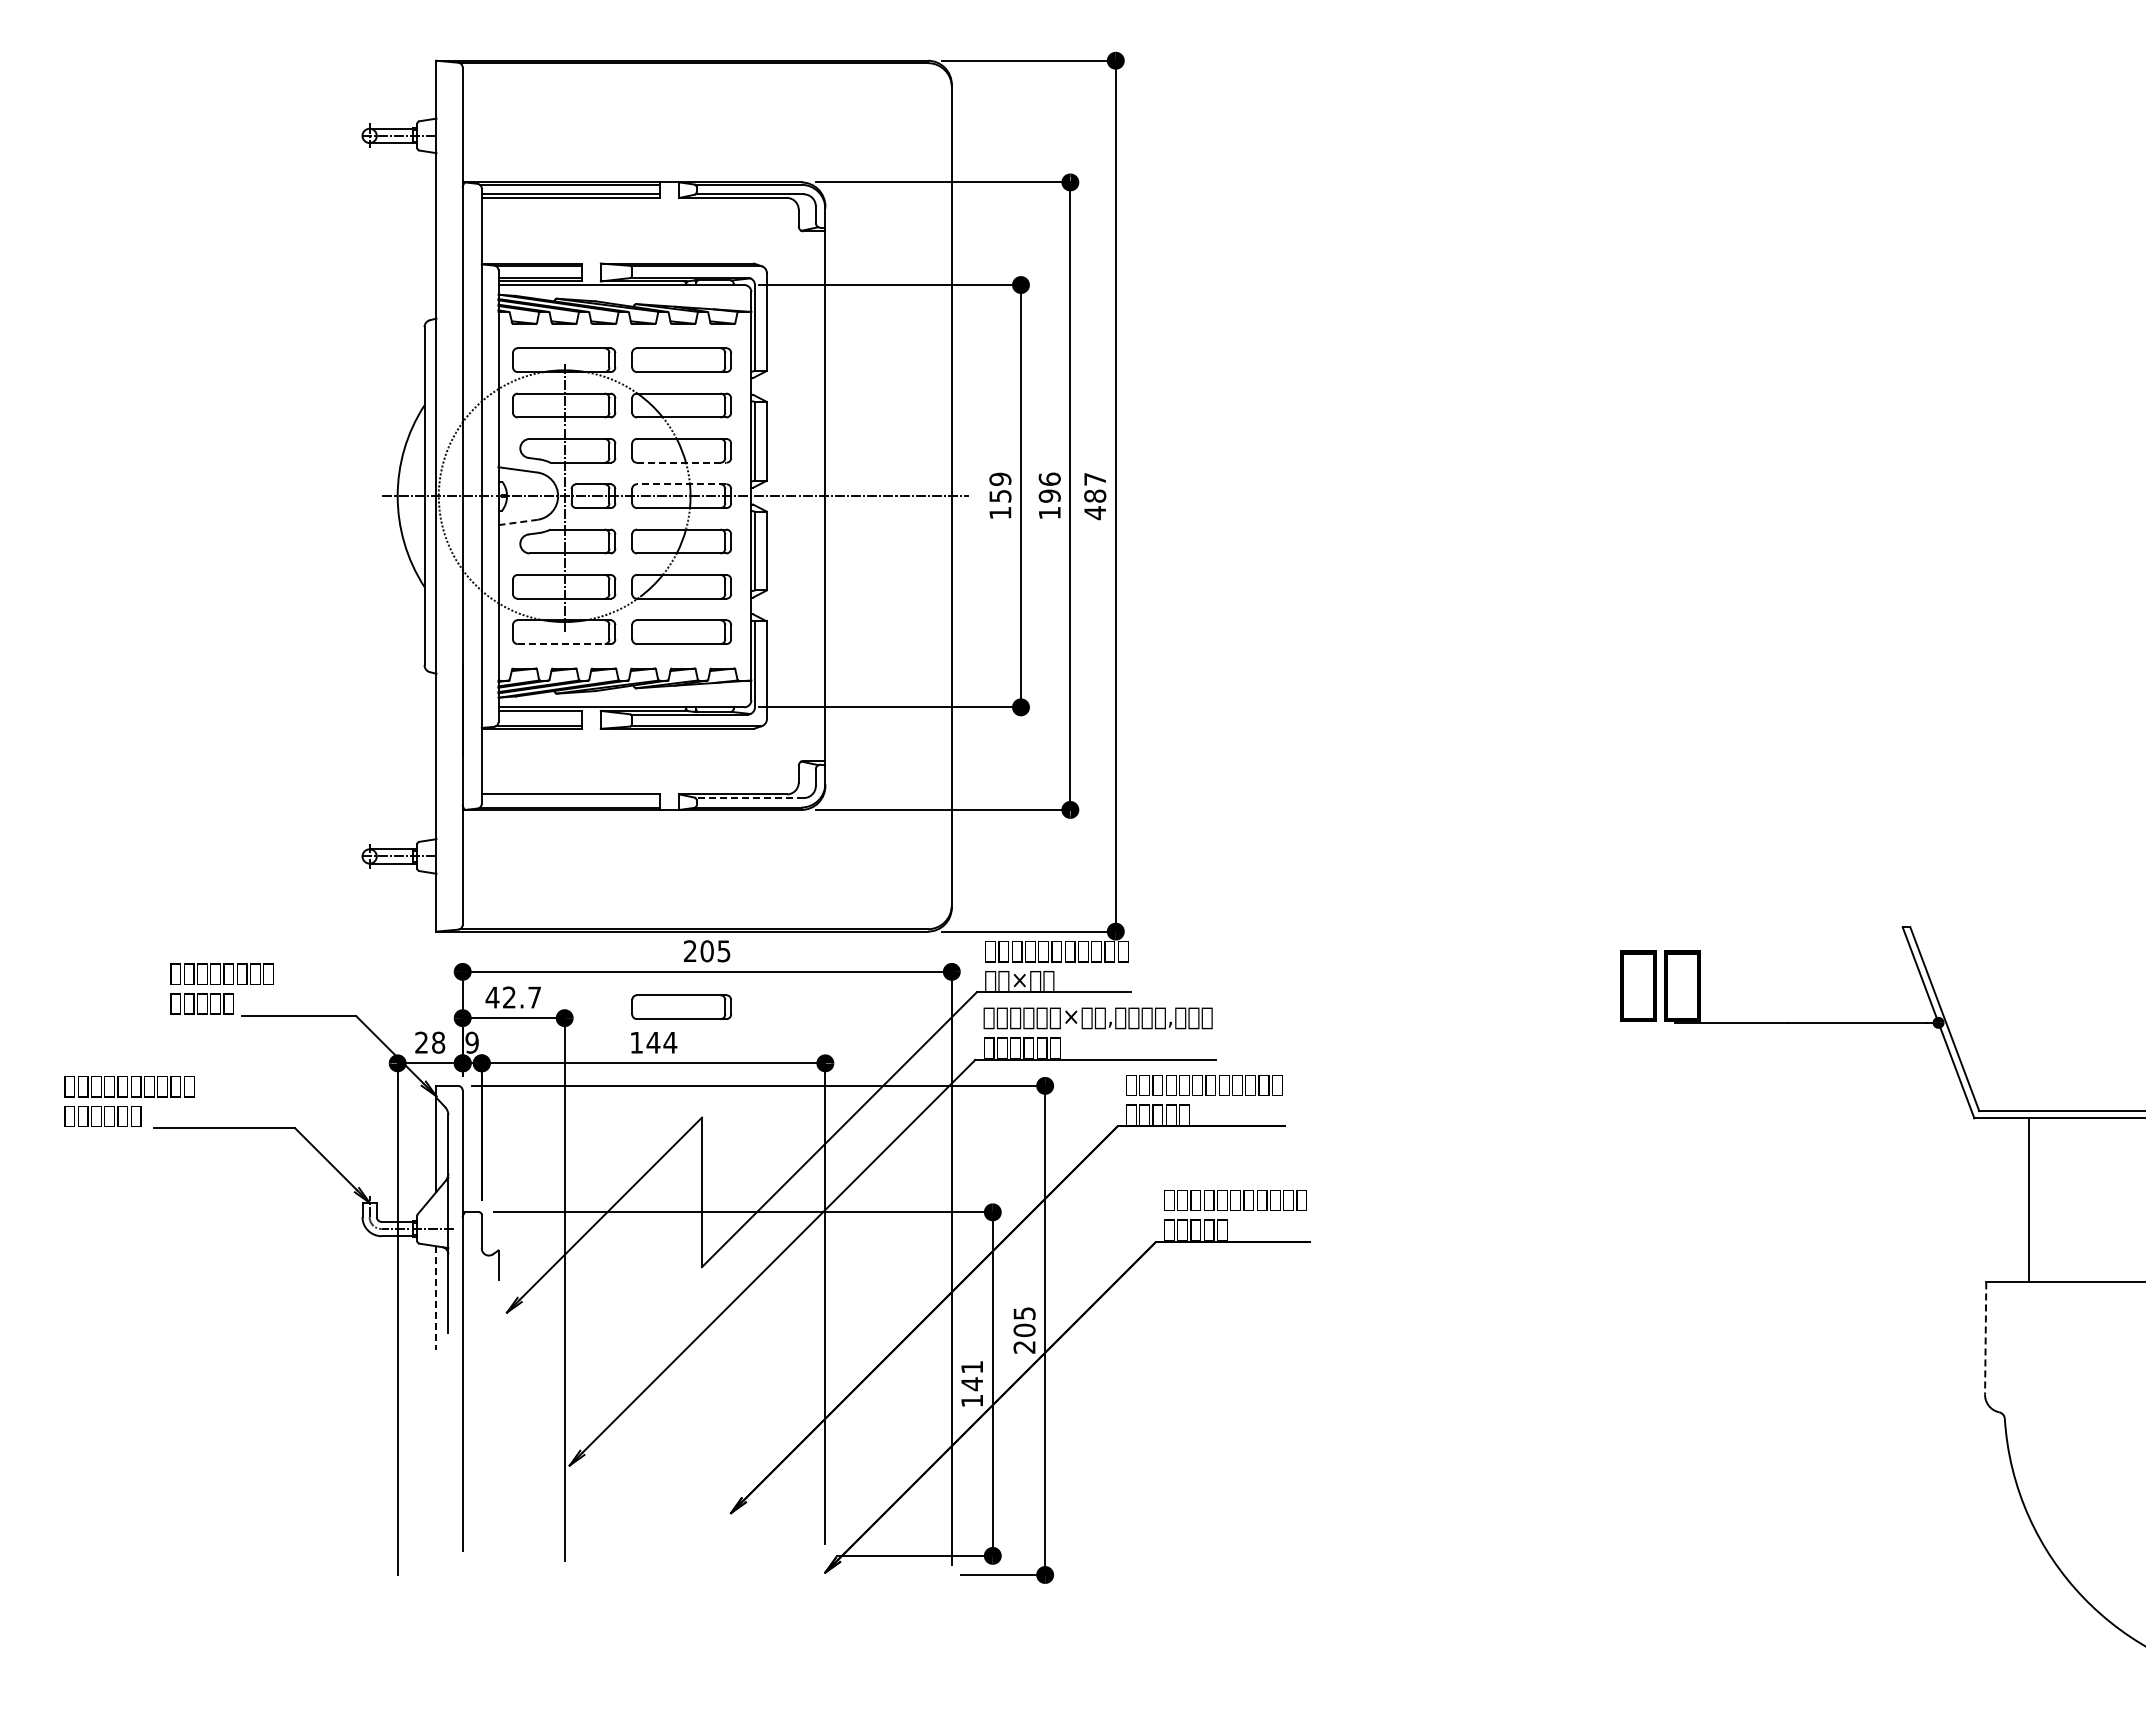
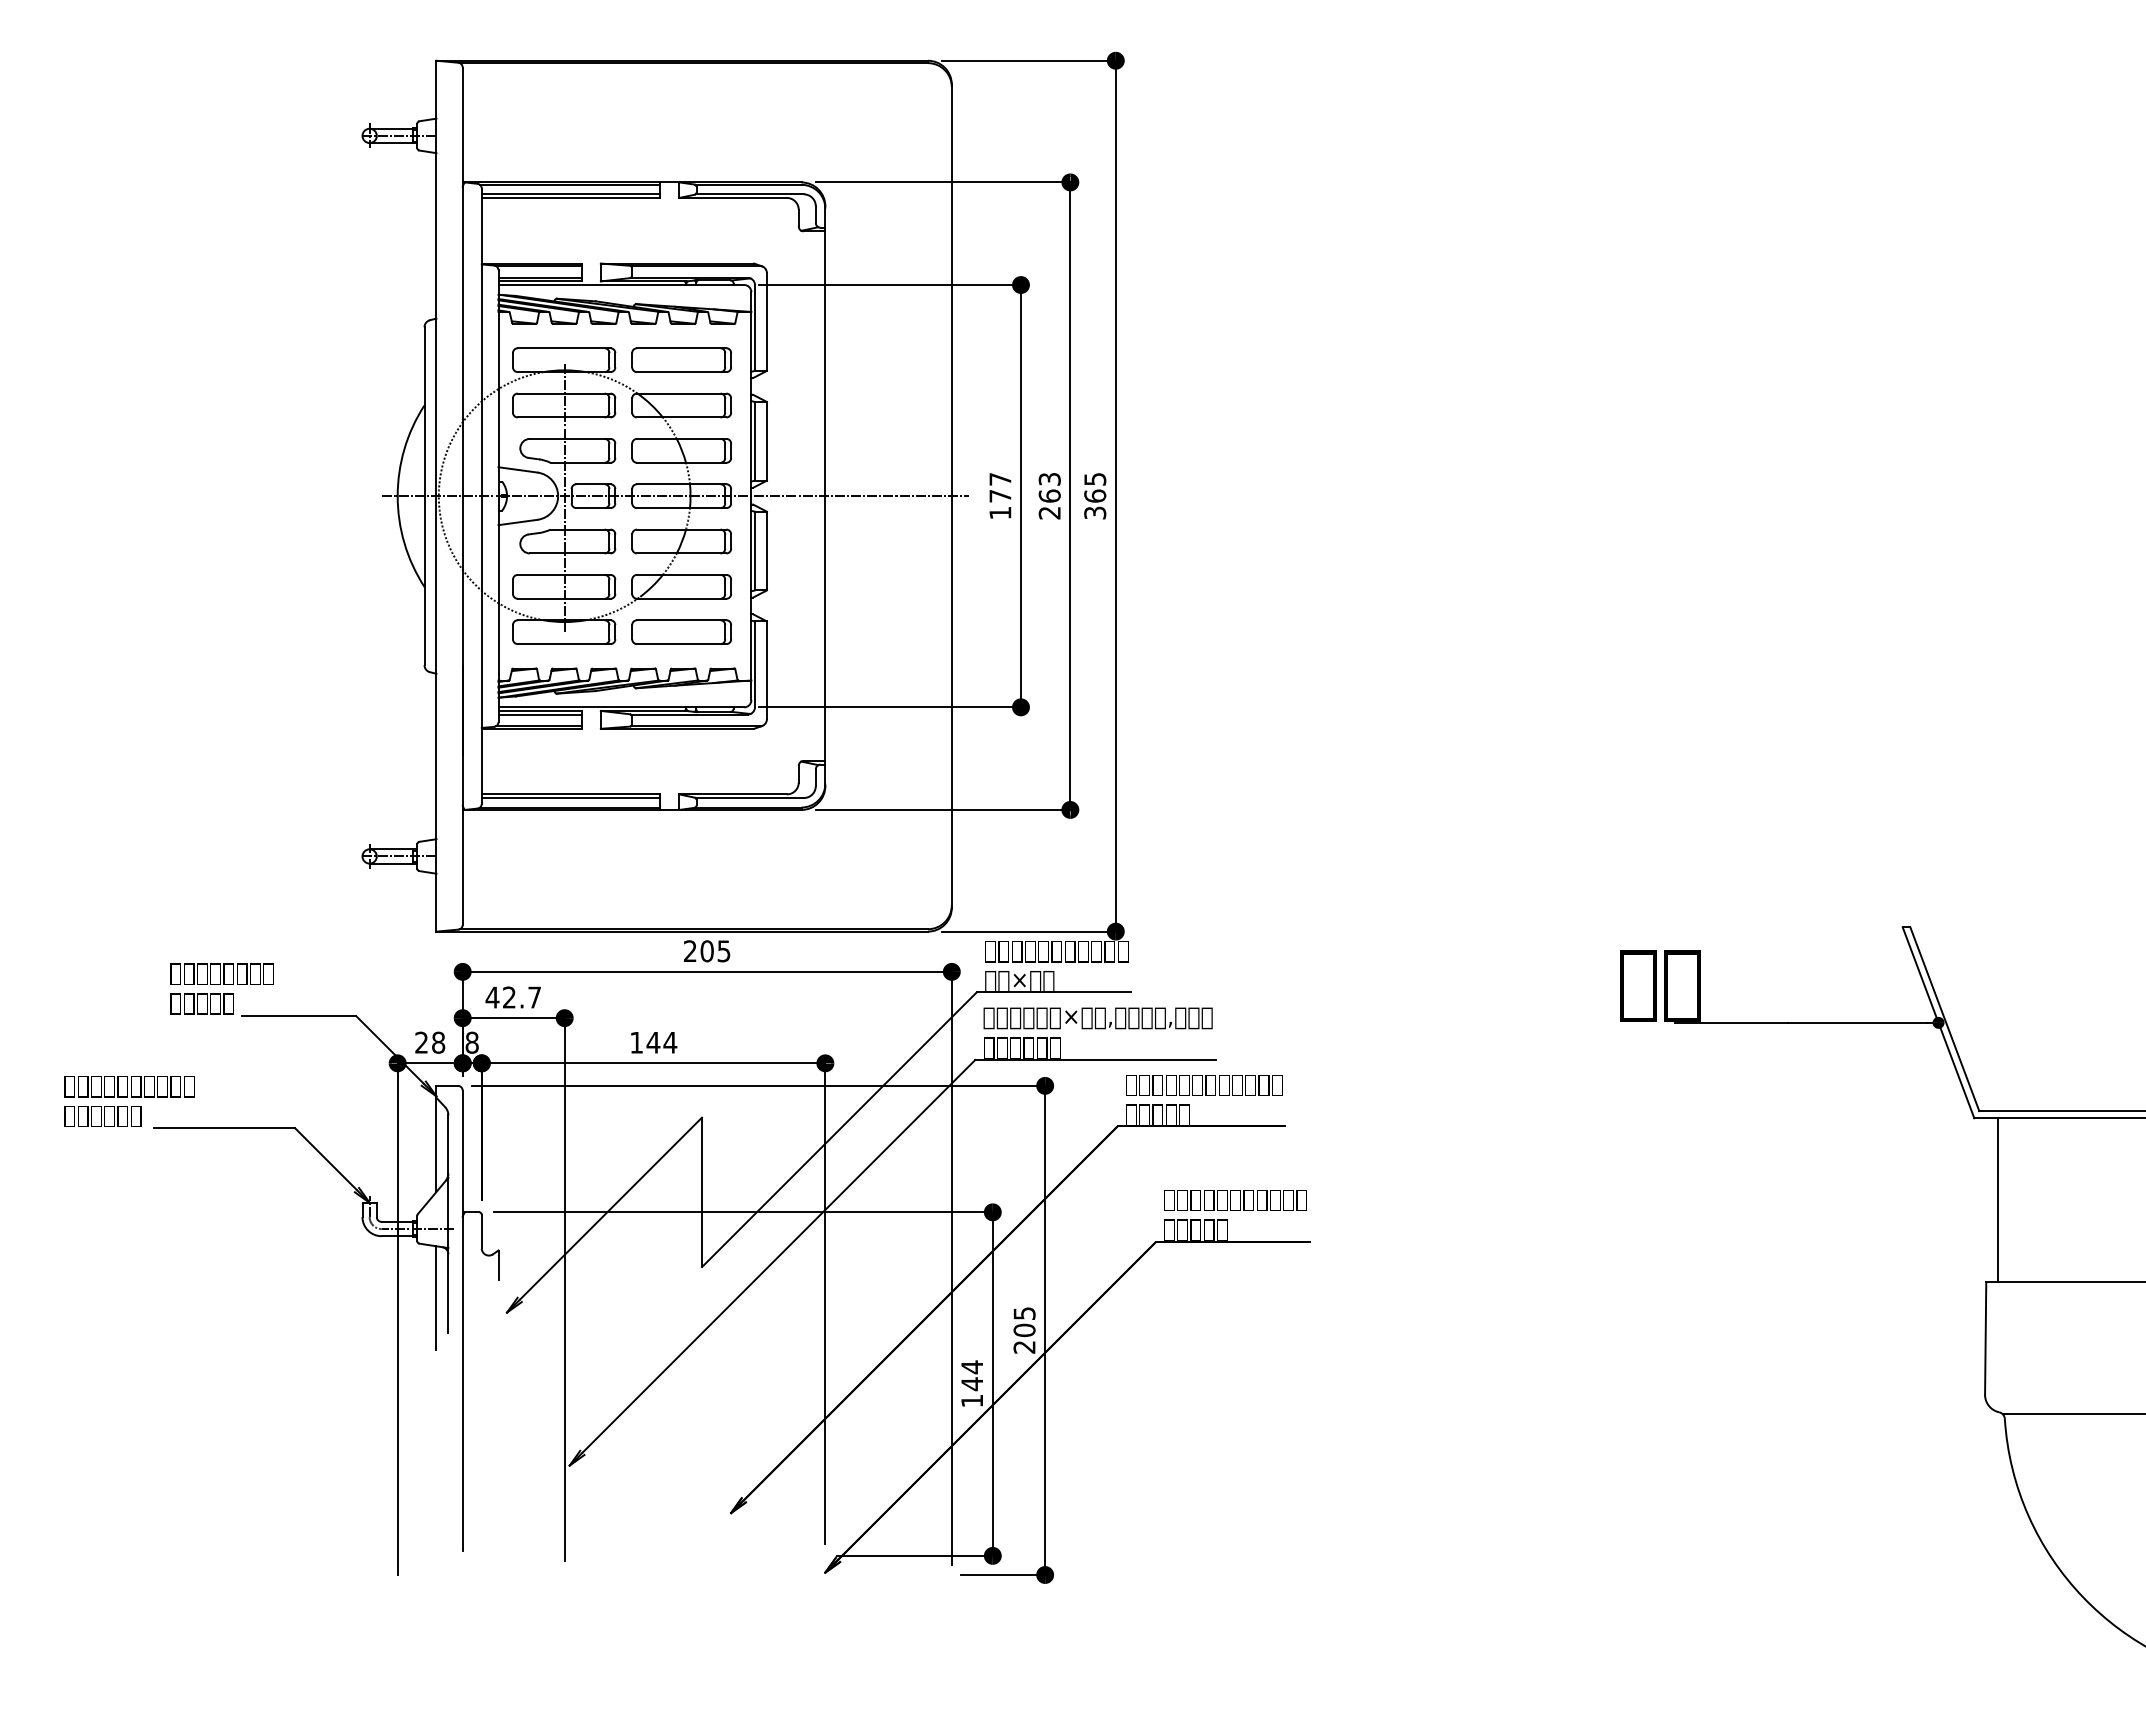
line at (681, 462): dashed -> solid
line at (681, 484): dashed -> solid
text at (1000, 487): 159 -> 177
text at (1049, 495): 196 -> 263
text at (1095, 496): 487 -> 365
line at (518, 522): dashed -> solid
line at (564, 644): dashed -> solid
line at (539, 714): none -> present
line at (570, 798): none -> present
line at (749, 798): dashed -> solid
part at (681, 1006): present -> none
text at (471, 1042): 9 -> 8
line at (2029, 1200) position: (2029, 1200) -> (1998, 1200)
line at (436, 1298): dashed -> solid
line at (1985, 1339): dashed -> solid
text at (971, 1367): 141 -> 144
line at (2072, 1414): none -> present
